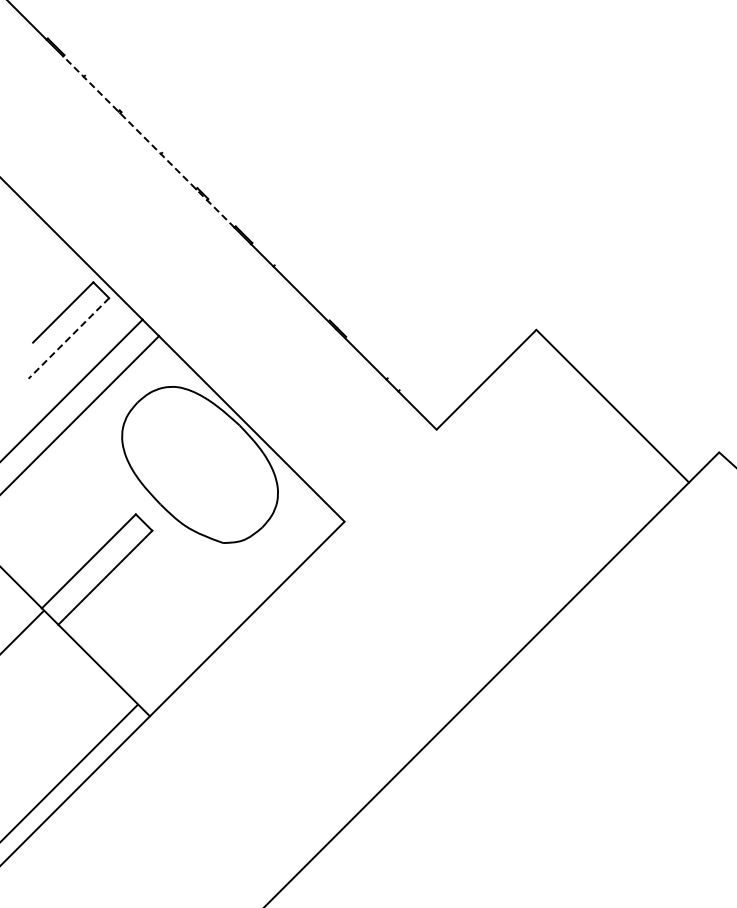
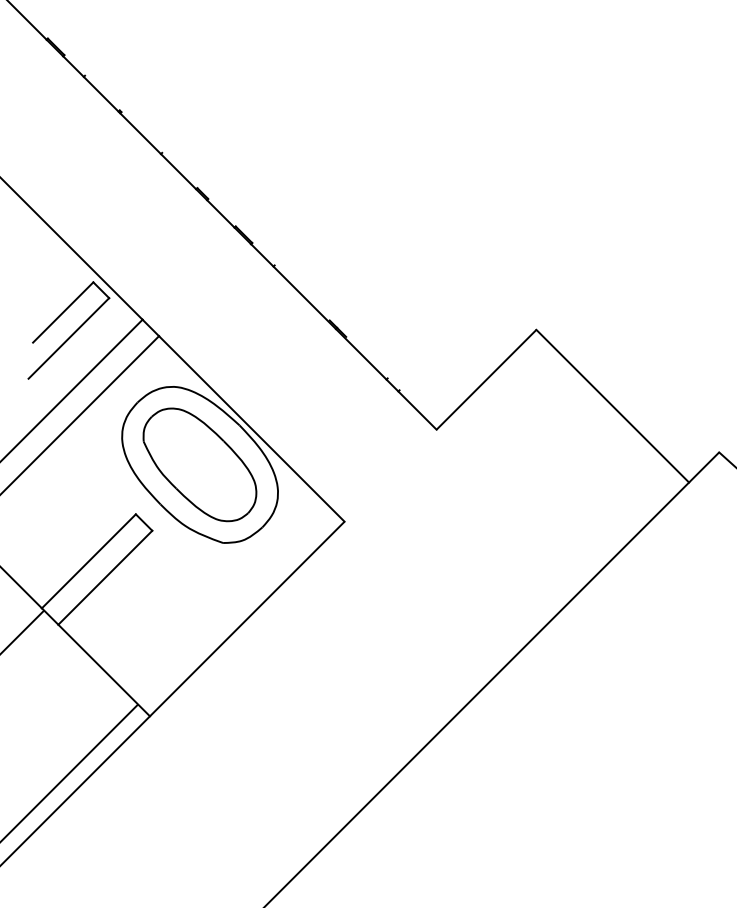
line at (148, 141): dashed -> solid
line at (68, 338): dashed -> solid
part at (199, 464): none -> present
